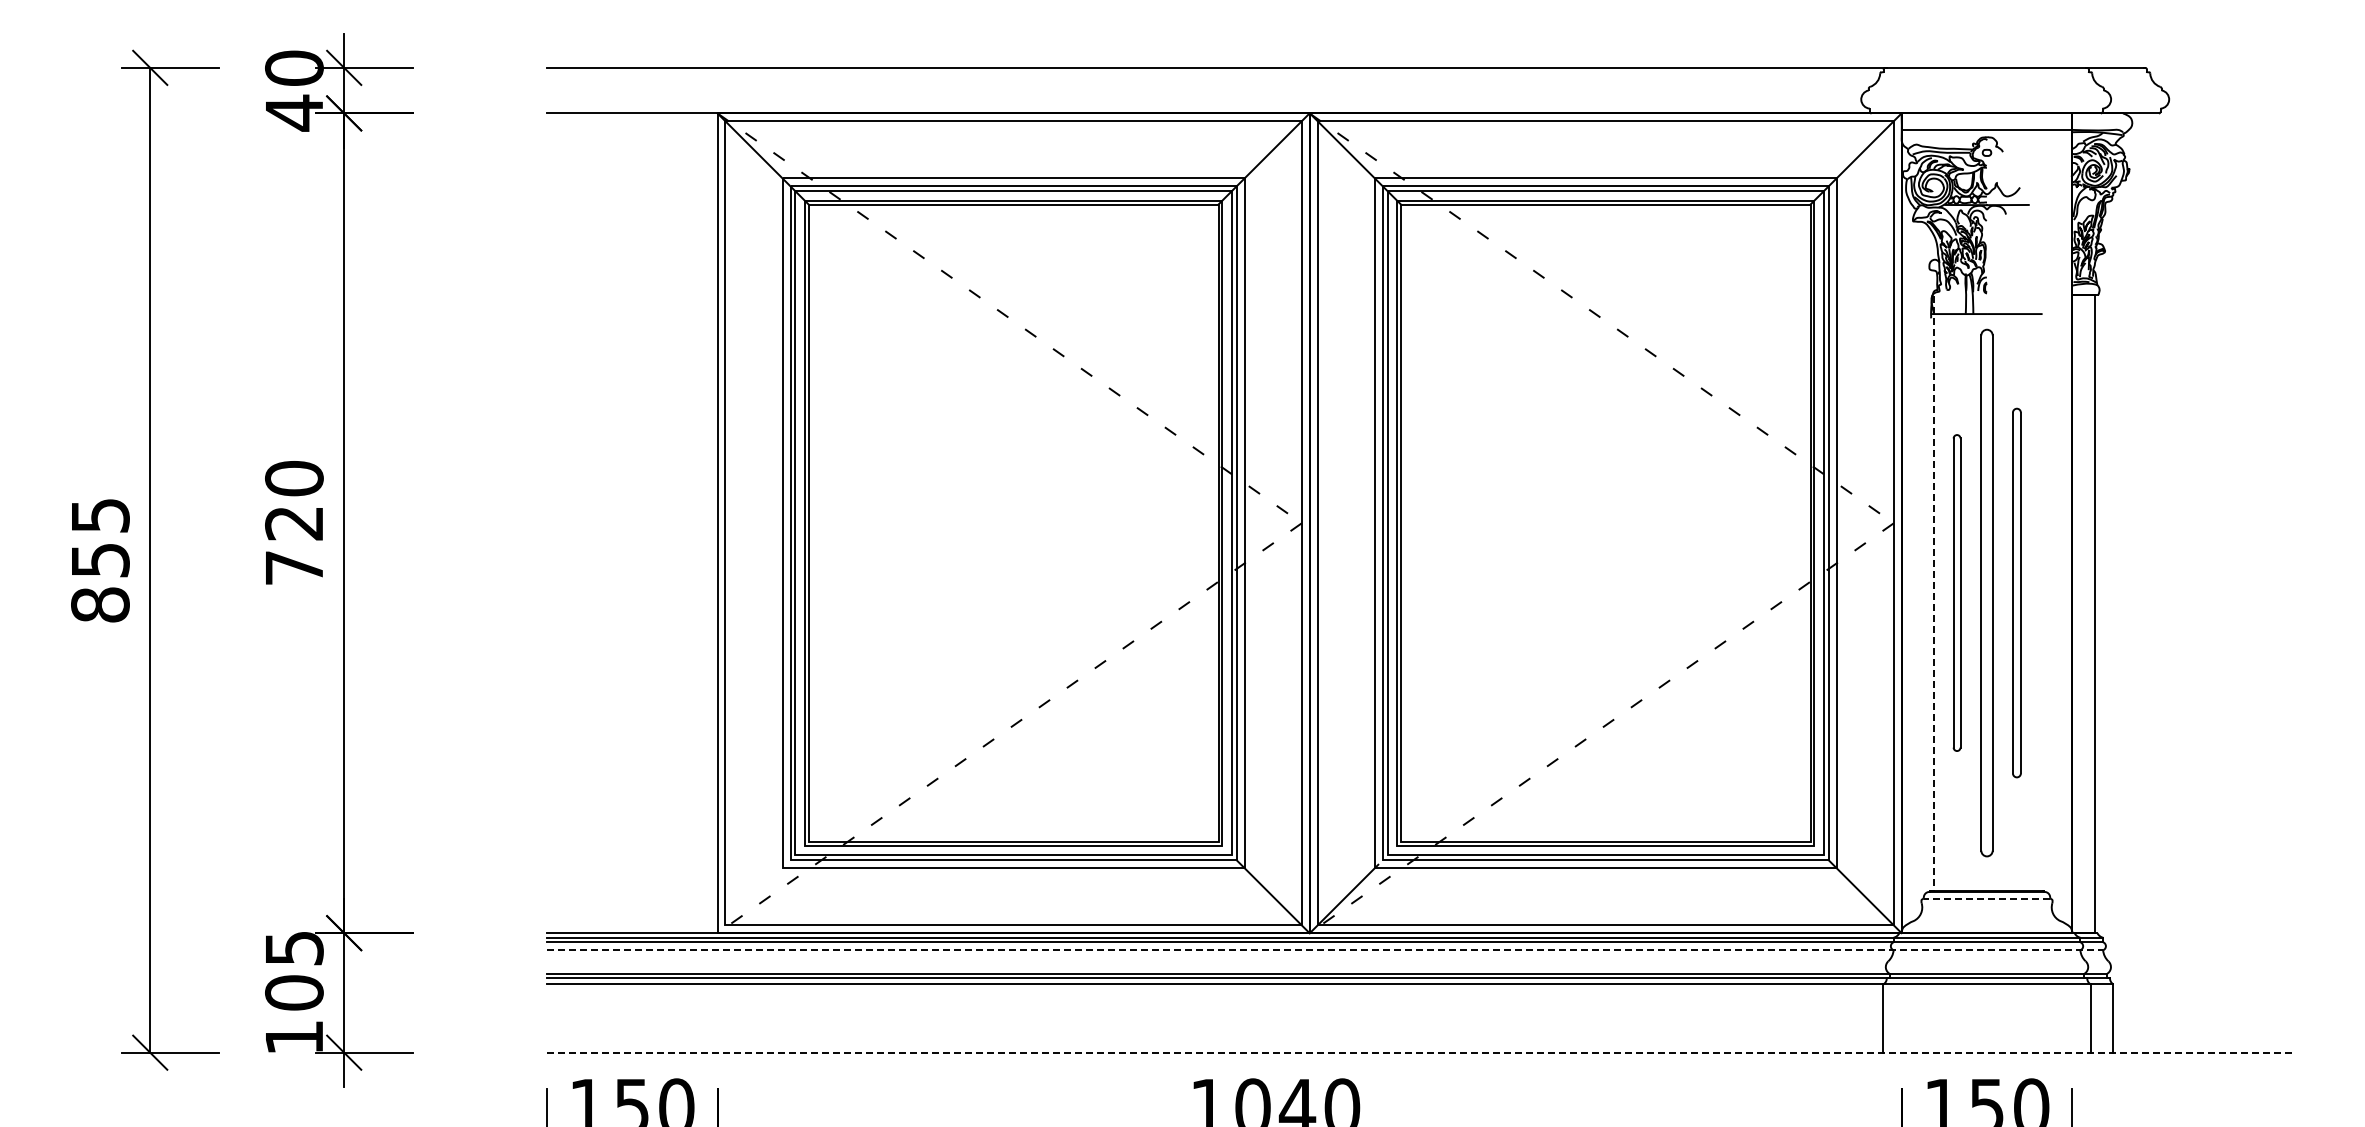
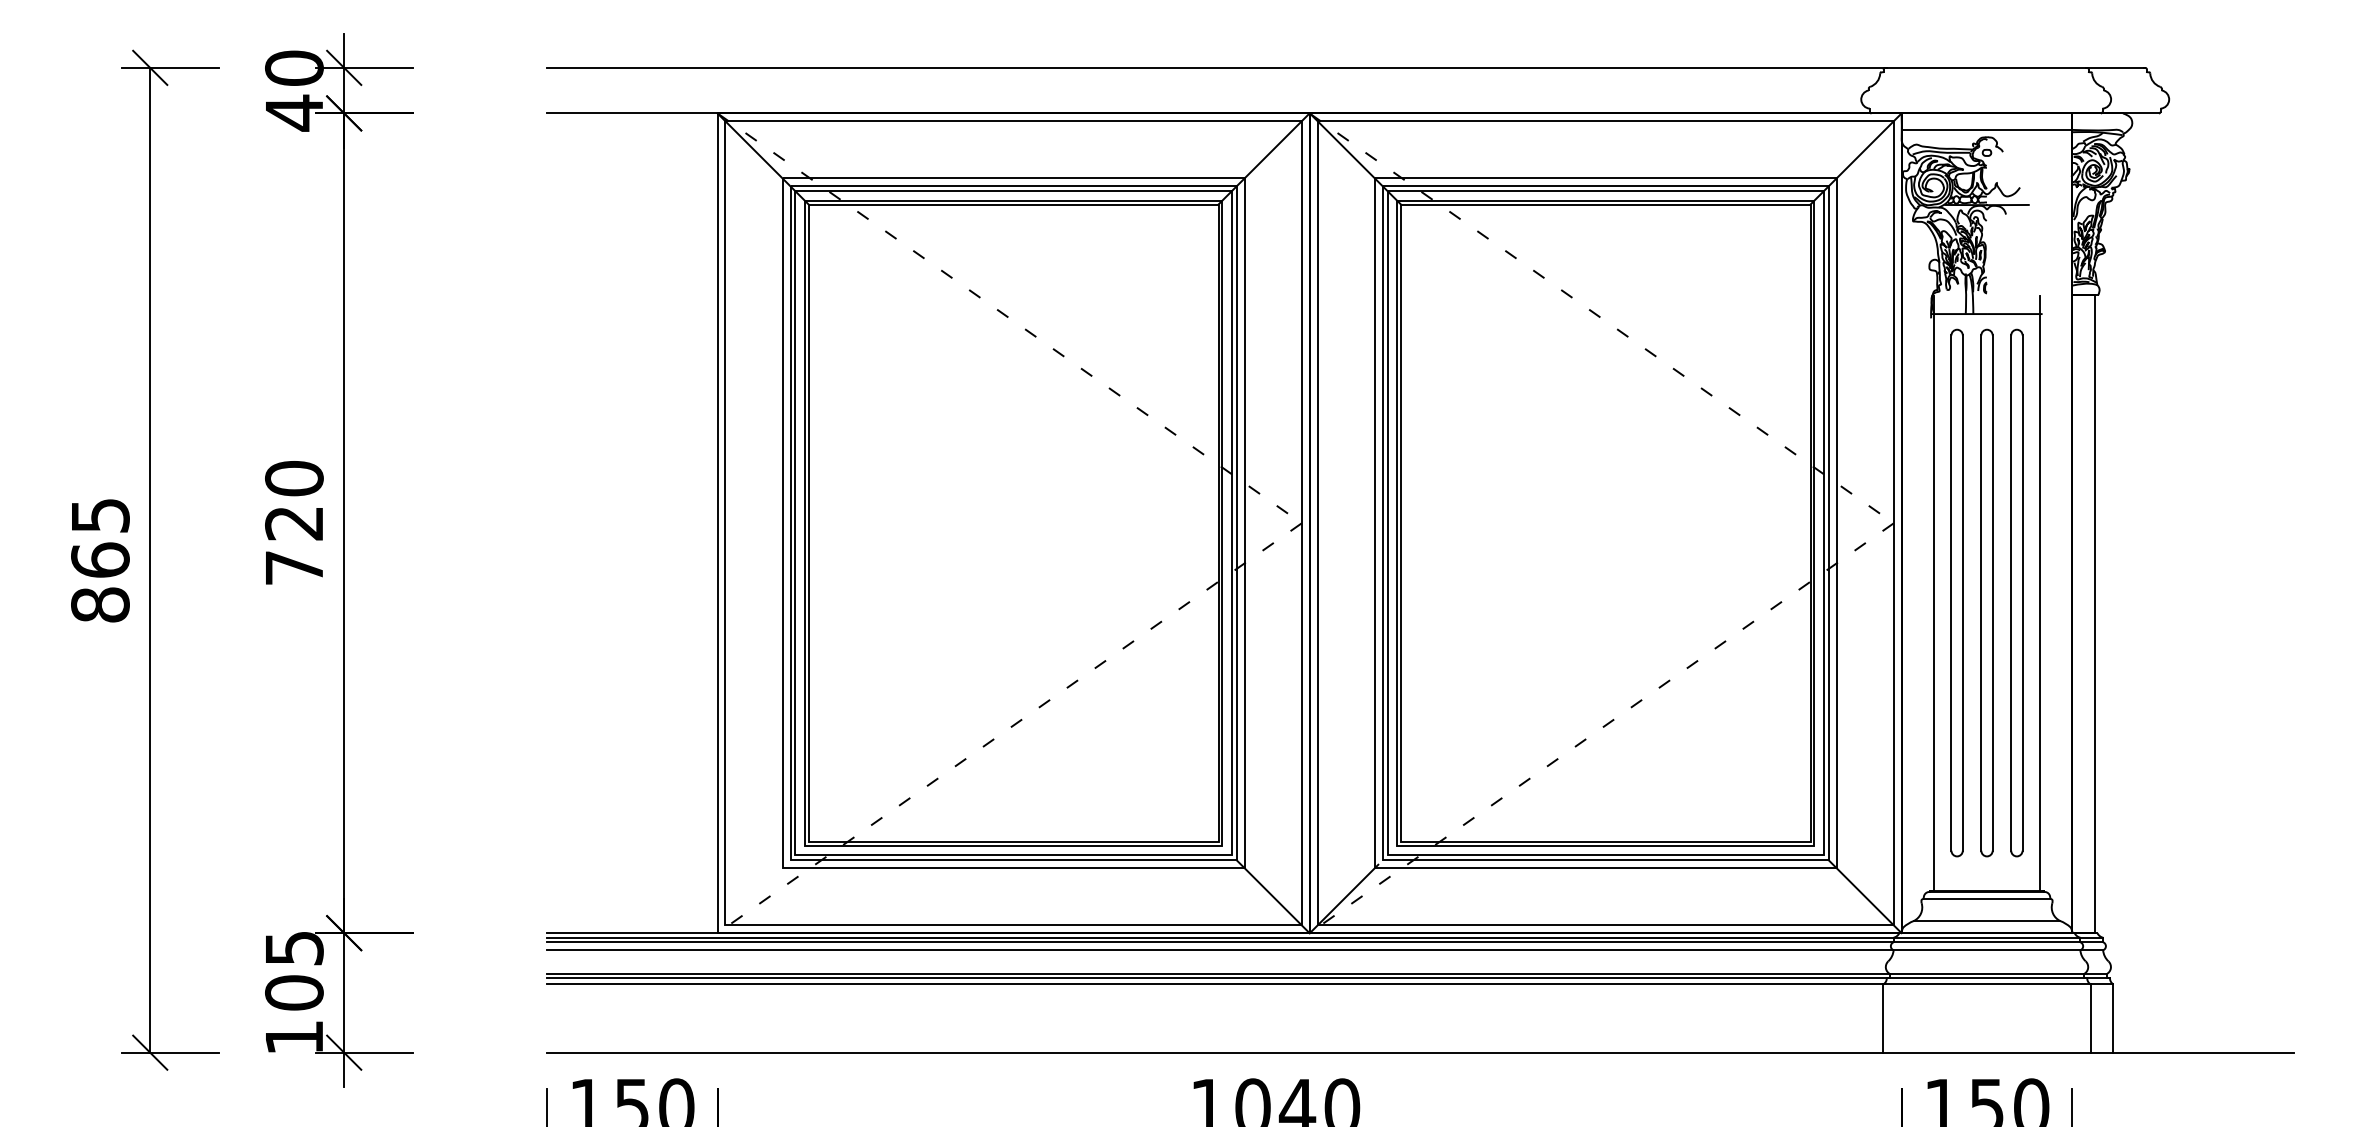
text at (100, 559): 855 -> 865
part at (1956, 592) size: 10x318 px -> 14x530 px
part at (2016, 592) size: 10x372 px -> 14x530 px
line at (2039, 592): none -> present
line at (1934, 593): dashed -> solid
line at (1986, 898): dashed -> solid
line at (1986, 920): none -> present
line at (1325, 950): dashed -> solid
line at (1420, 1052): dashed -> solid
